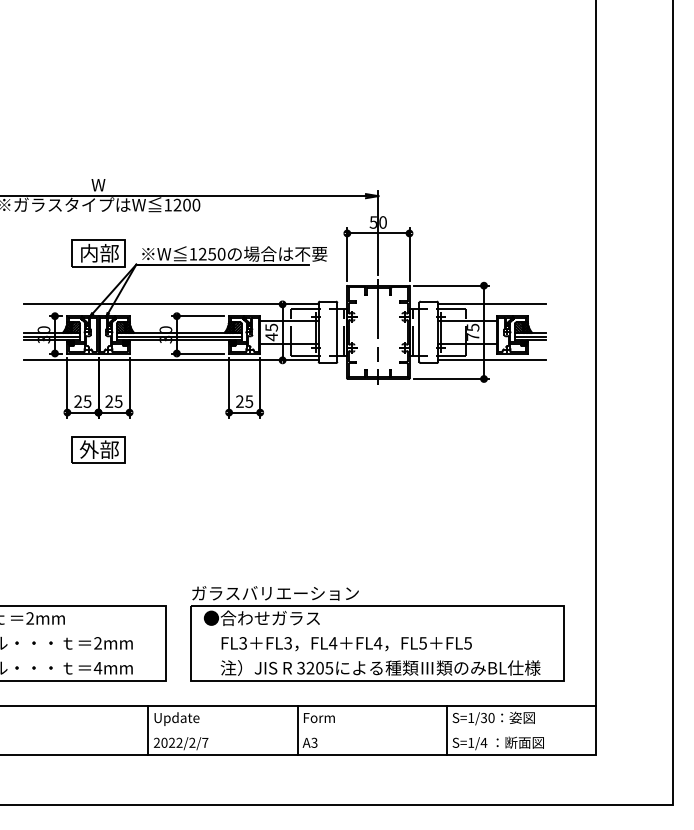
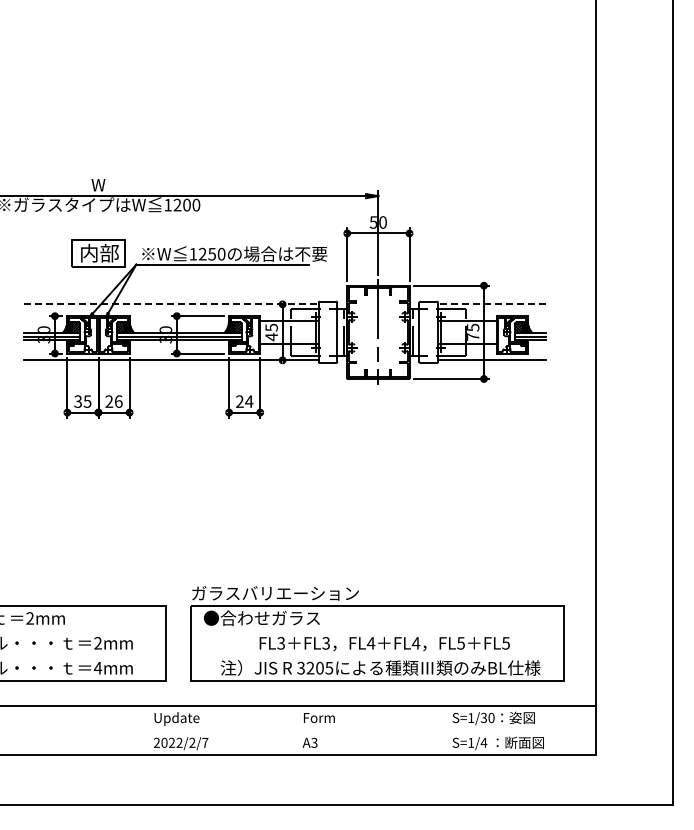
line at (171, 304): solid -> dashed
line at (491, 304): solid -> dashed
text at (77, 401): 25 -> 35
text at (118, 401): 25 -> 26
text at (249, 401): 25 -> 24
part at (98, 449): present -> none
text at (346, 644) position: (346, 644) -> (384, 644)
line at (148, 730): present -> none
line at (297, 730): present -> none
line at (446, 730): present -> none
